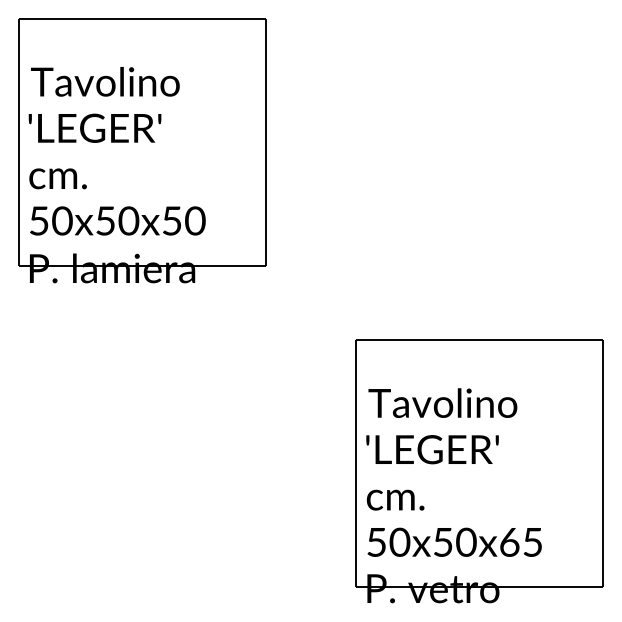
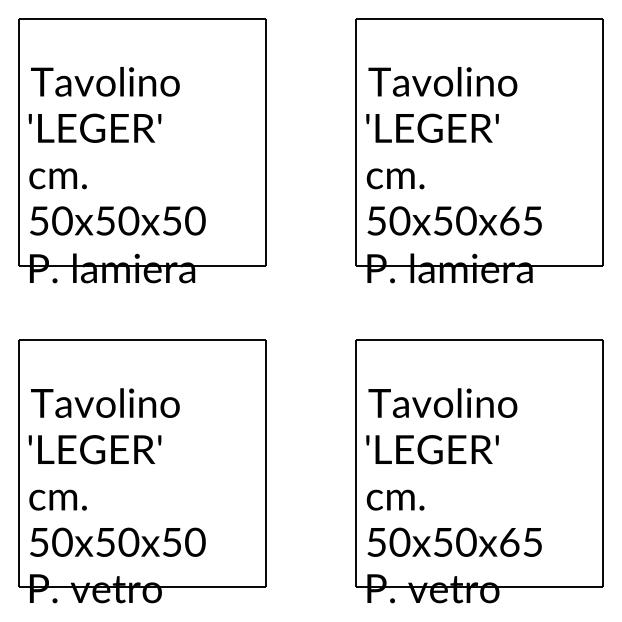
part at (479, 150): none -> present
part at (142, 471): none -> present
